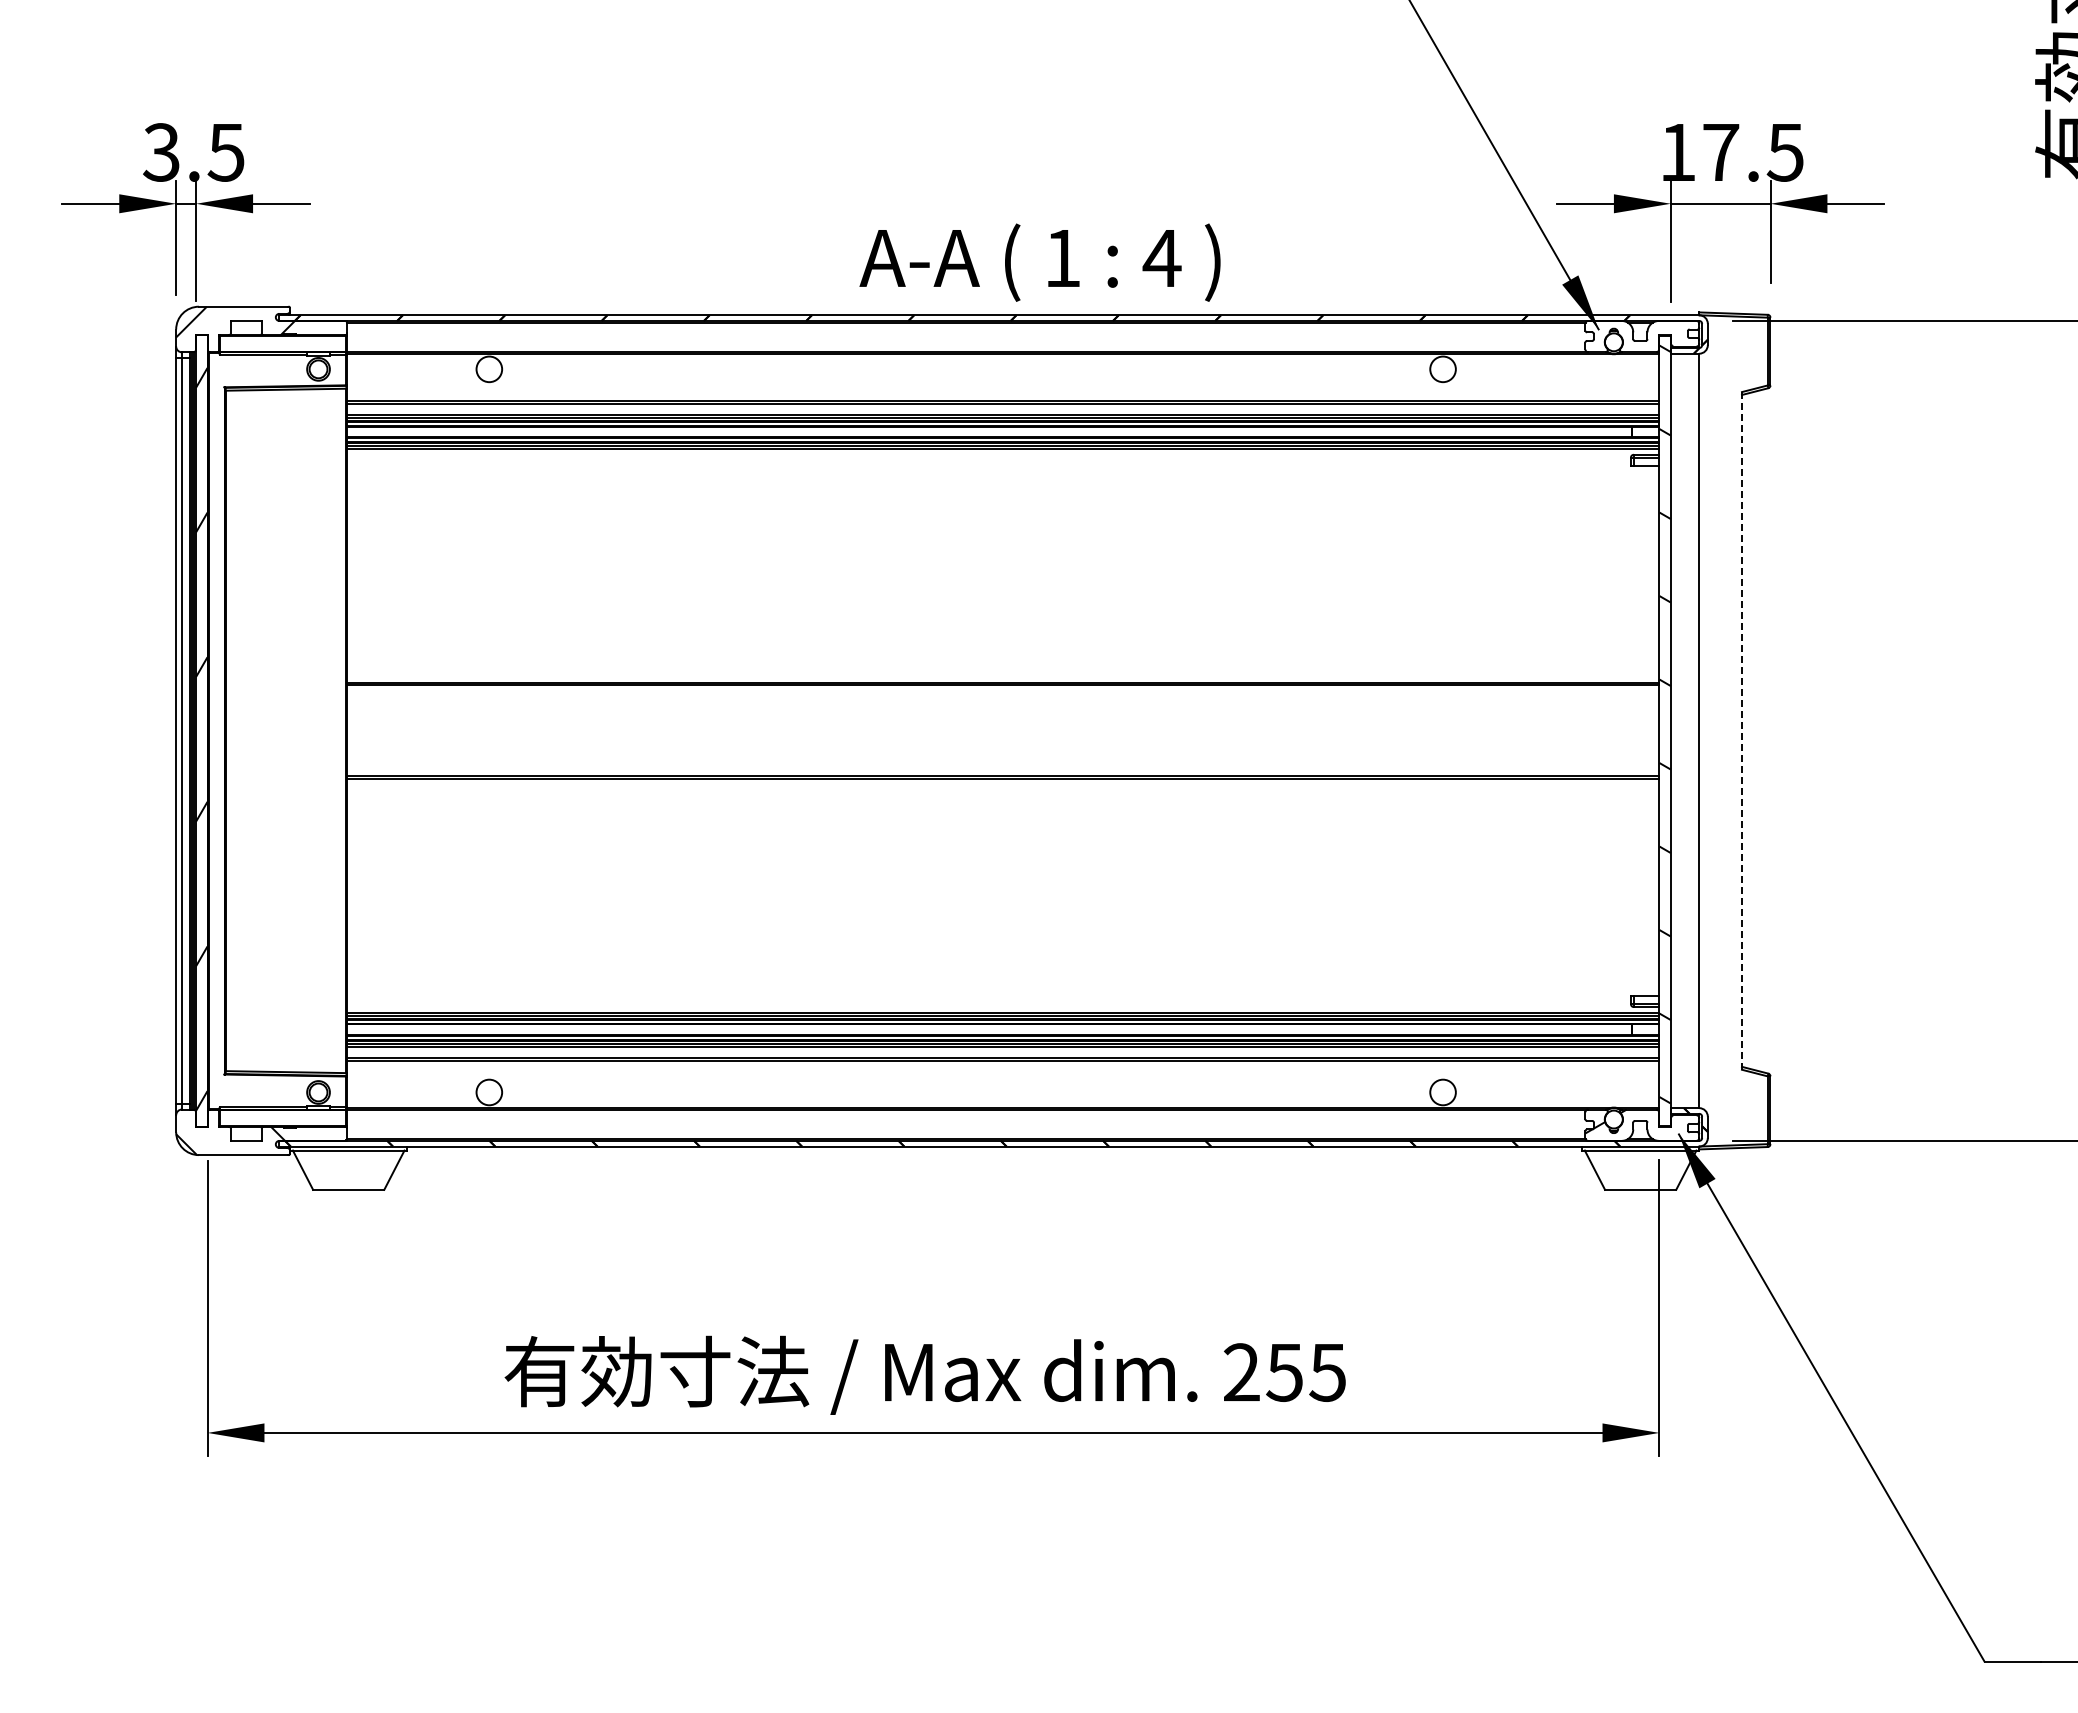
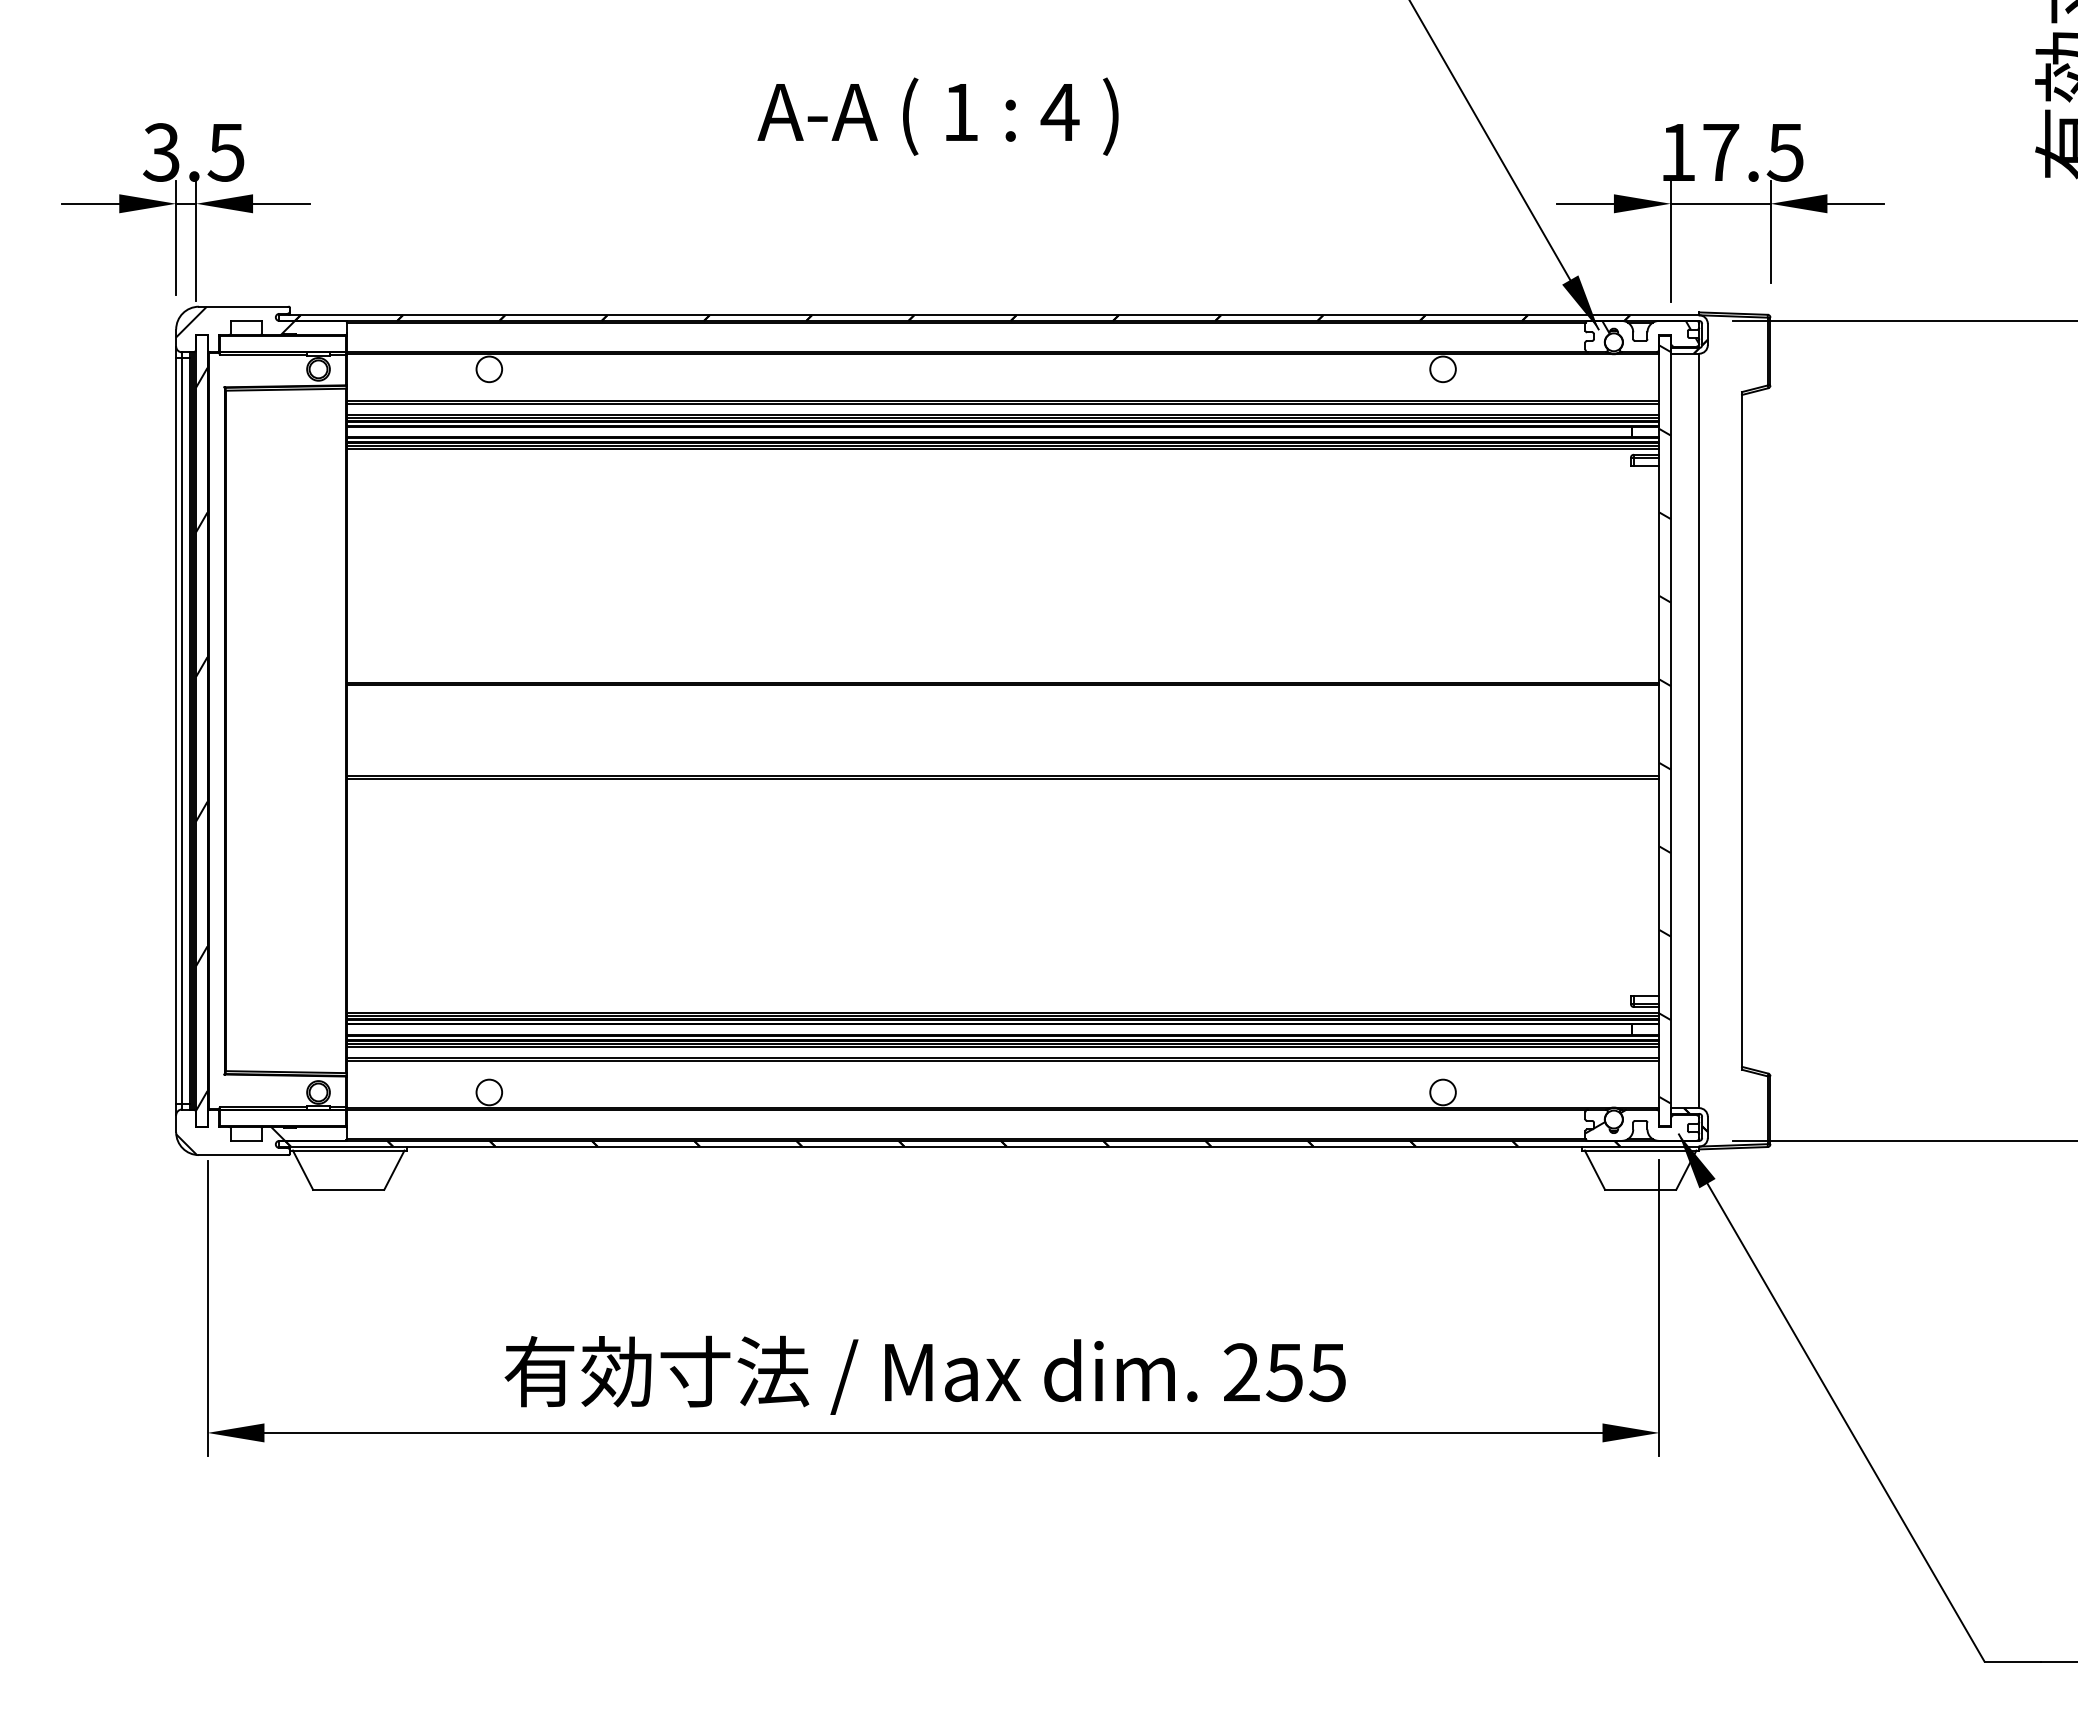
text at (1039, 262) position: (1039, 262) -> (937, 116)
hatch at (1650, 332): none -> present
line at (1742, 730): dashed -> solid
